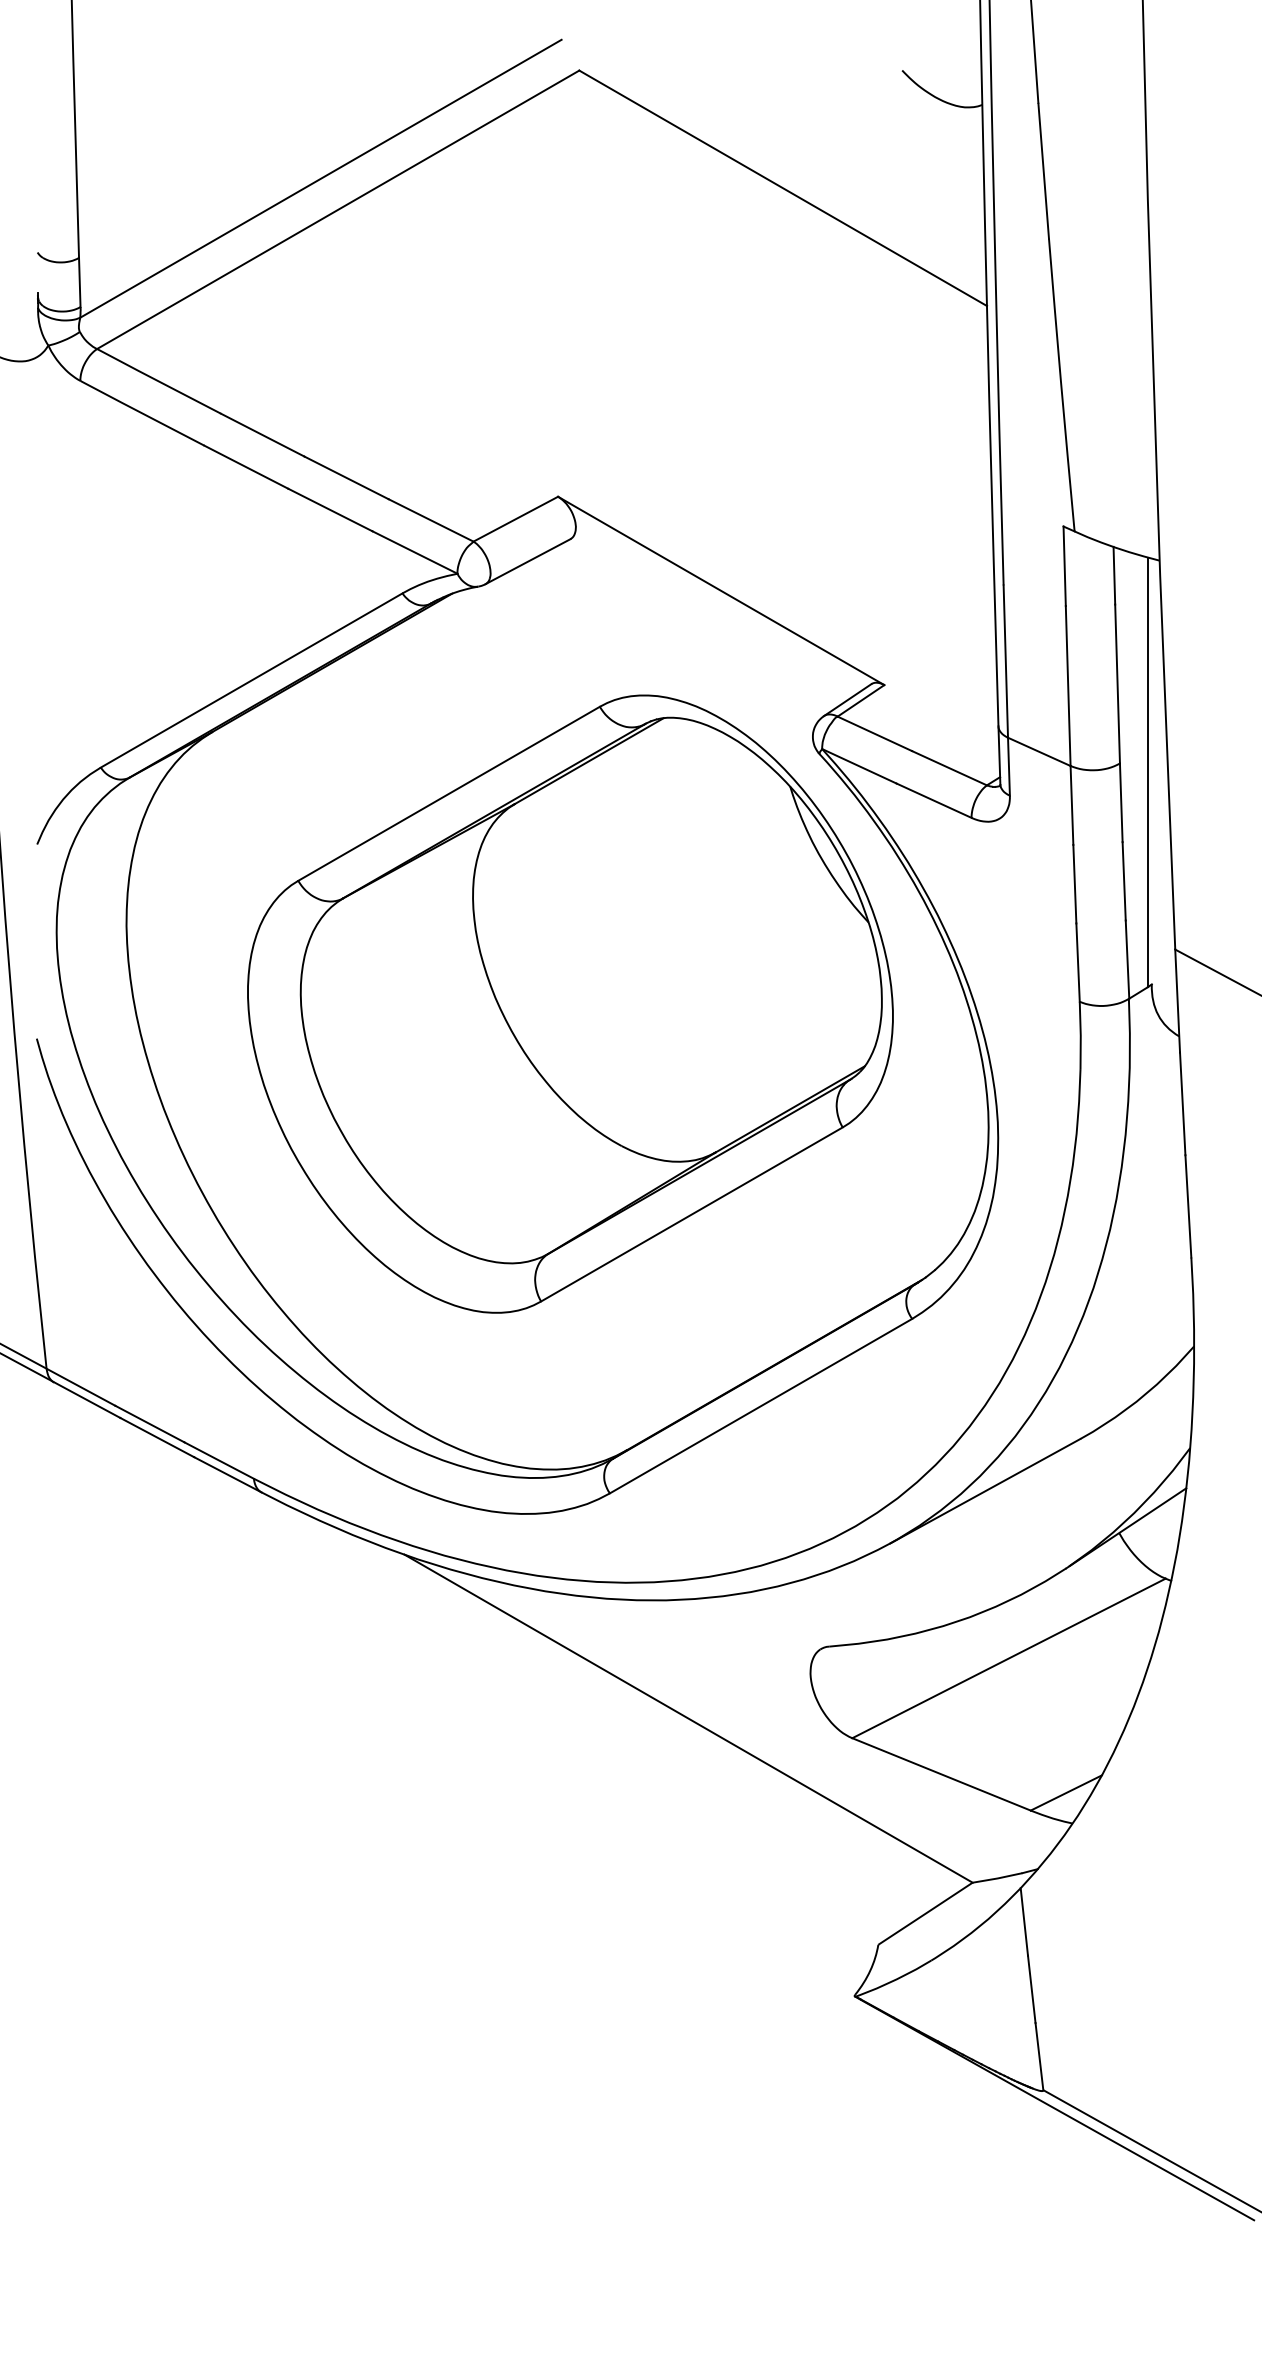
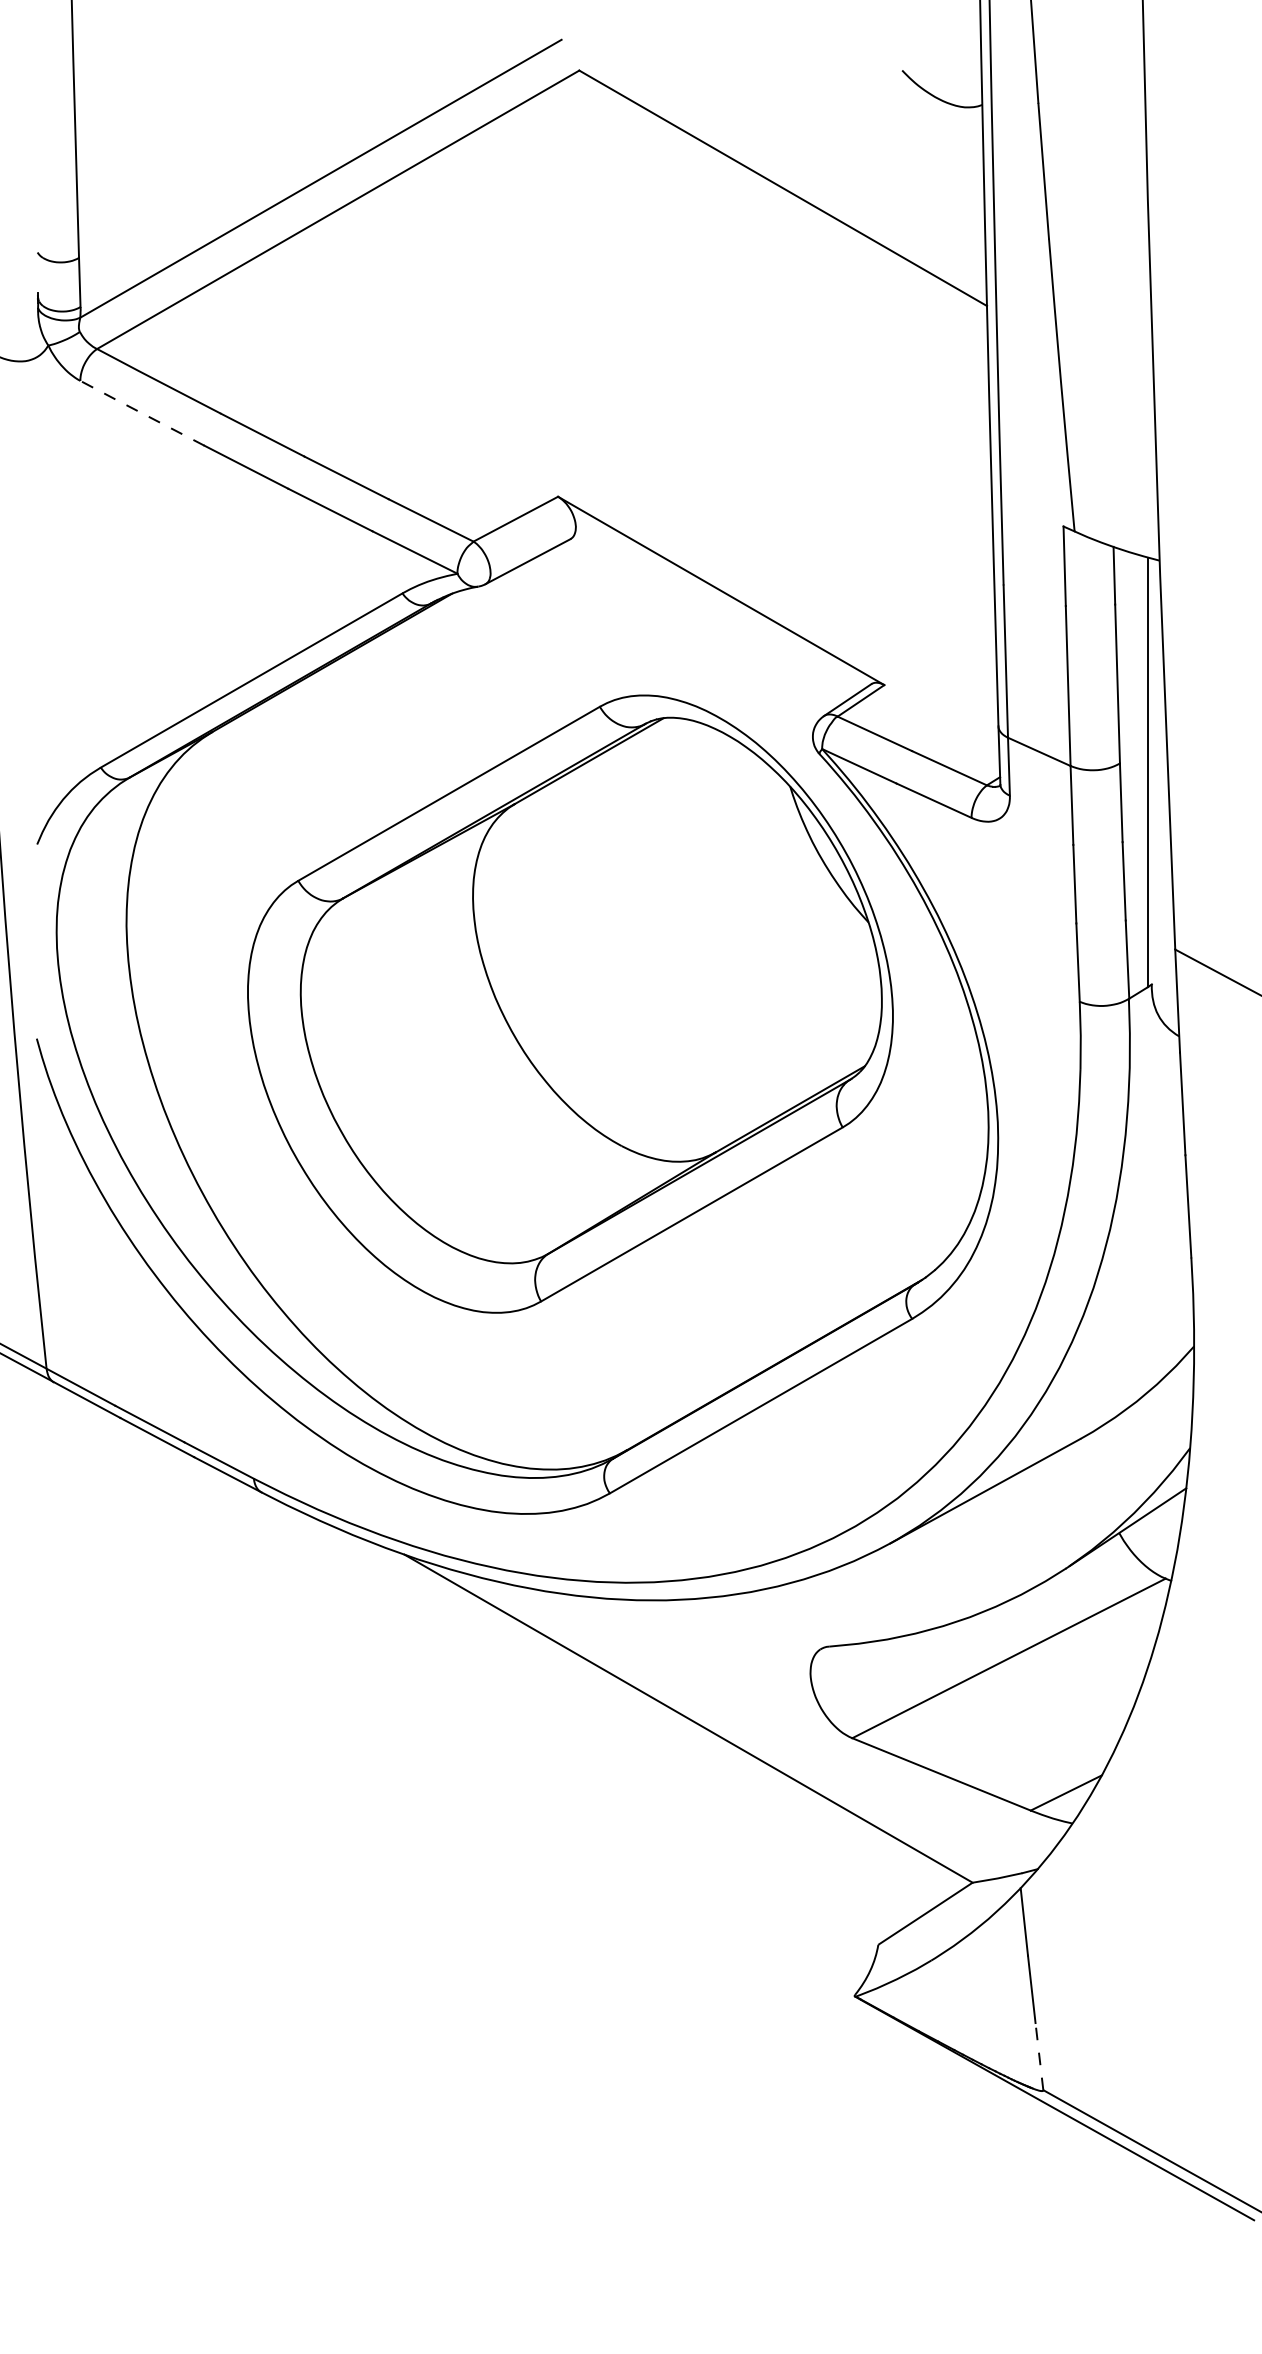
line at (141, 413): solid -> dashed
line at (1039, 2056): solid -> dashed
